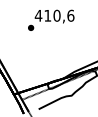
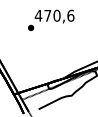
text at (47, 15): 410,6 -> 470,6
